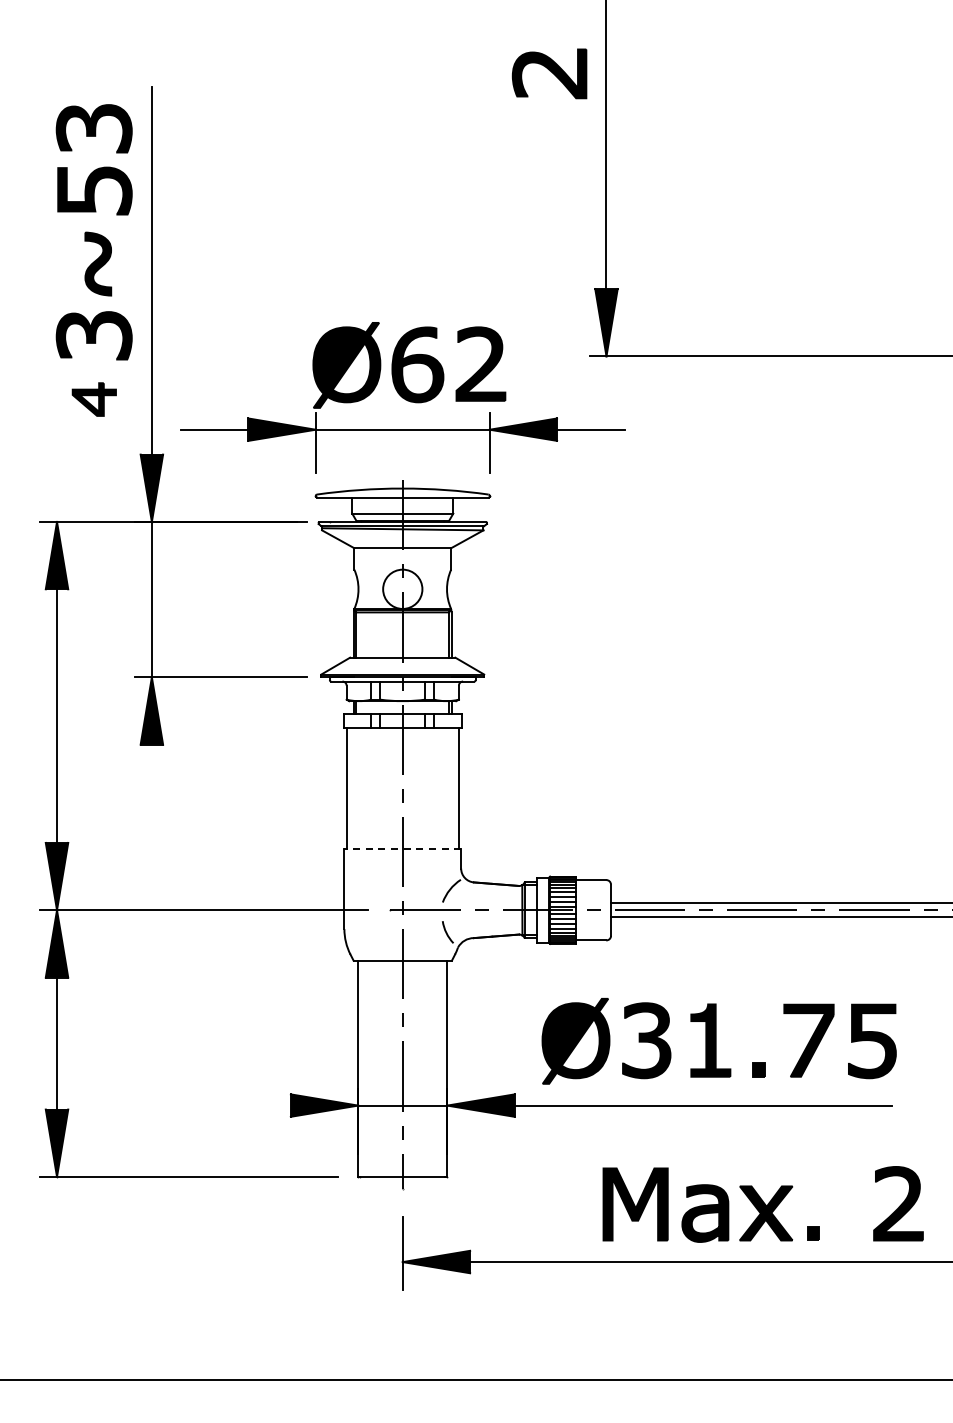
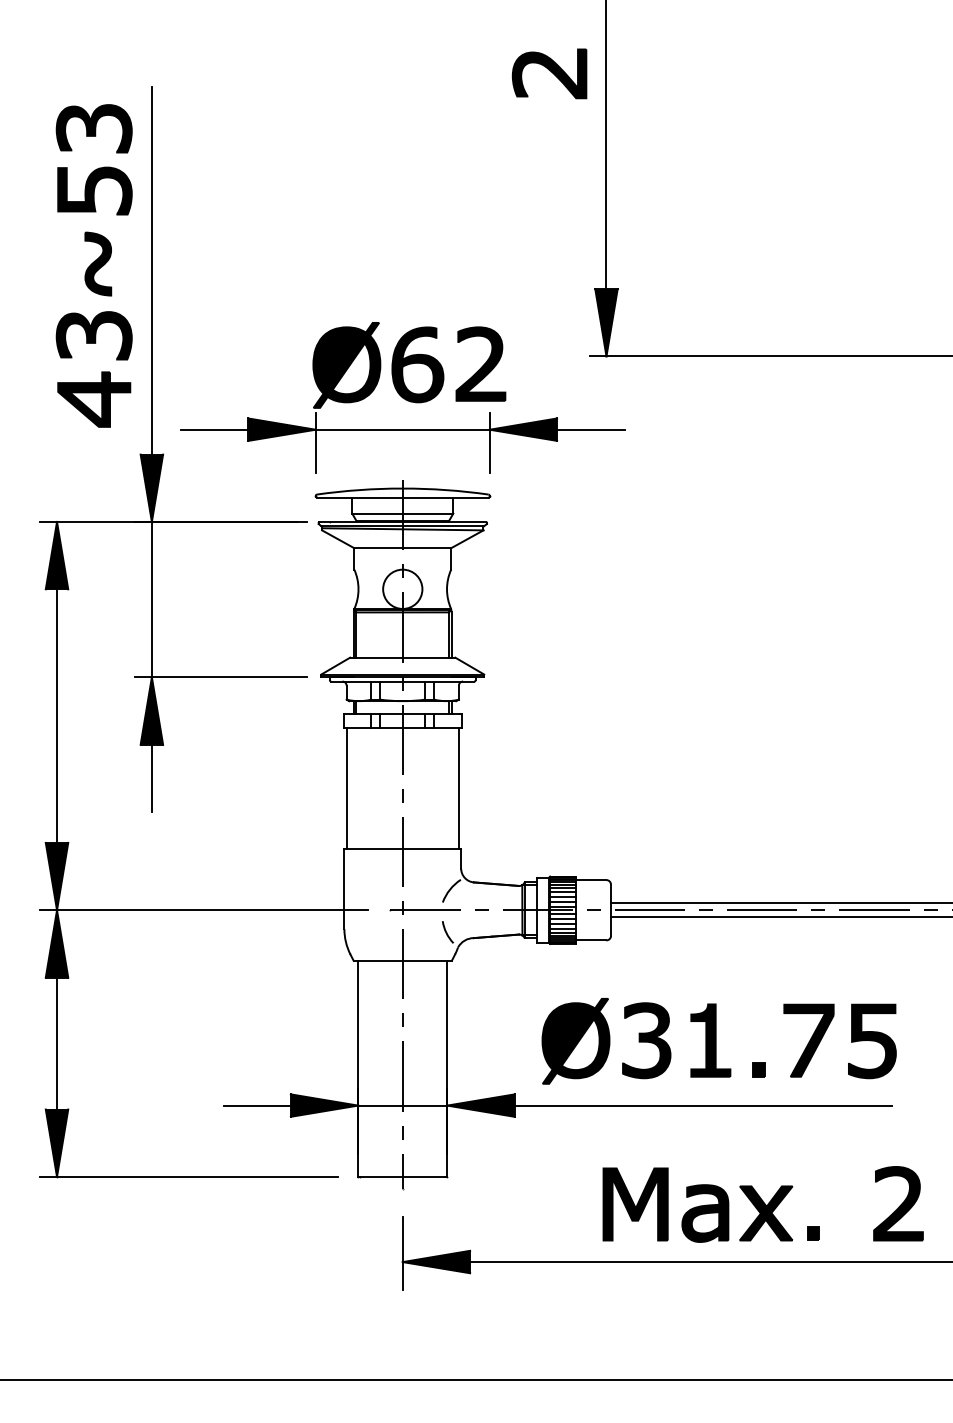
part at (93, 399) size: 46x35 px -> 75x57 px
line at (151, 778): none -> present
line at (402, 848): dashed -> solid
line at (256, 1105): none -> present
